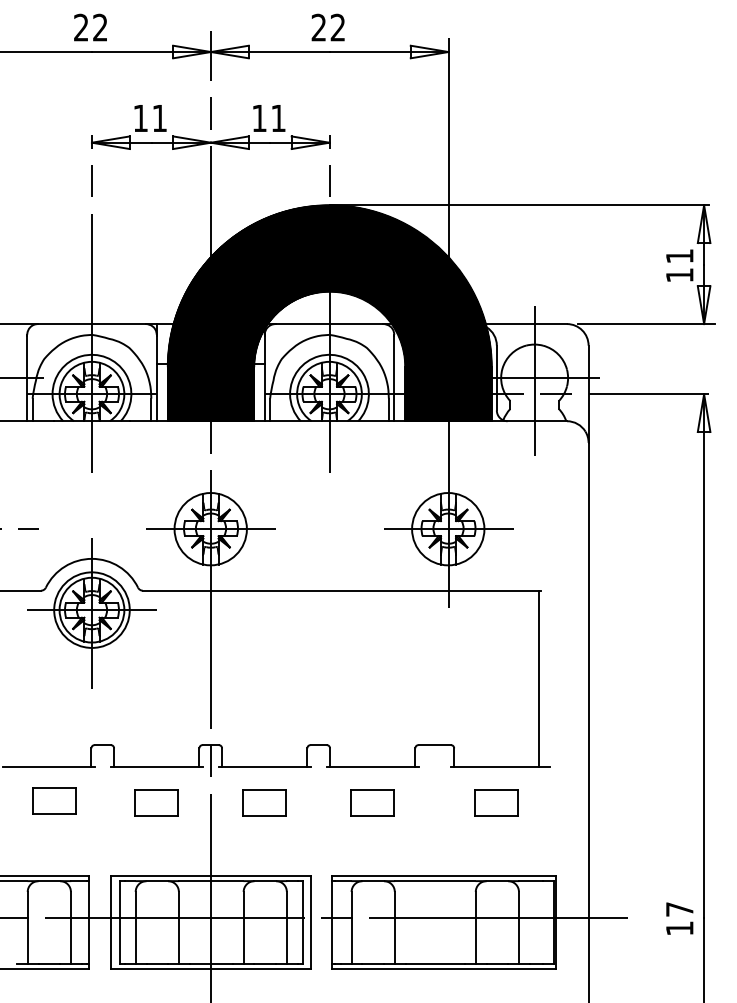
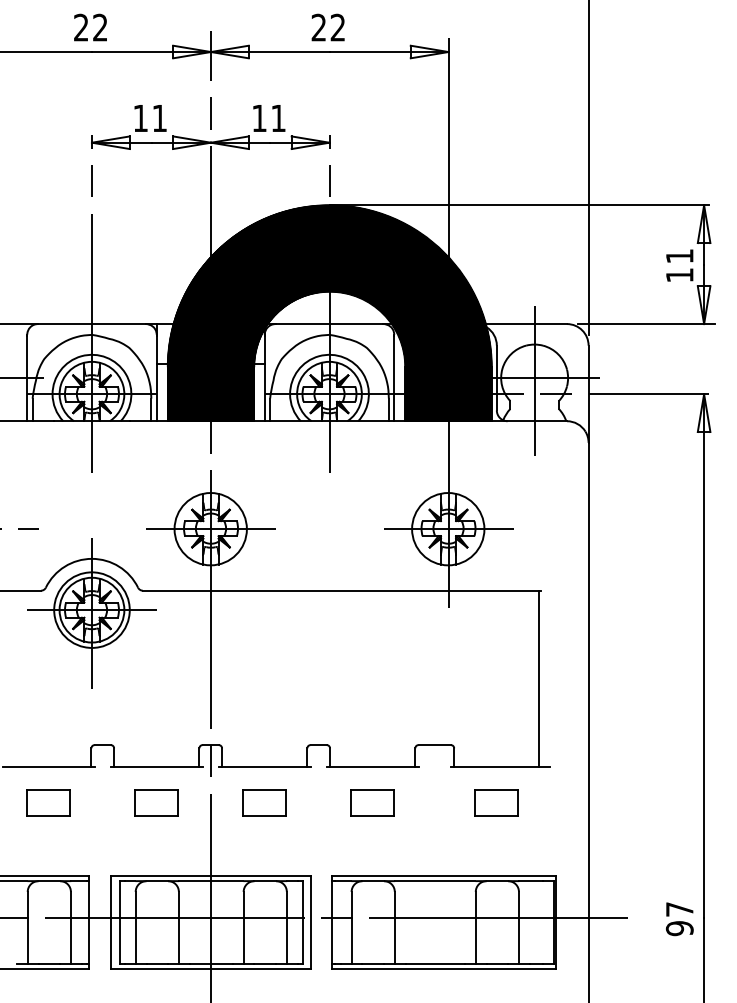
line at (588, 168): none -> present
part at (54, 800) position: (54, 800) -> (48, 802)
text at (679, 928): 17 -> 97
